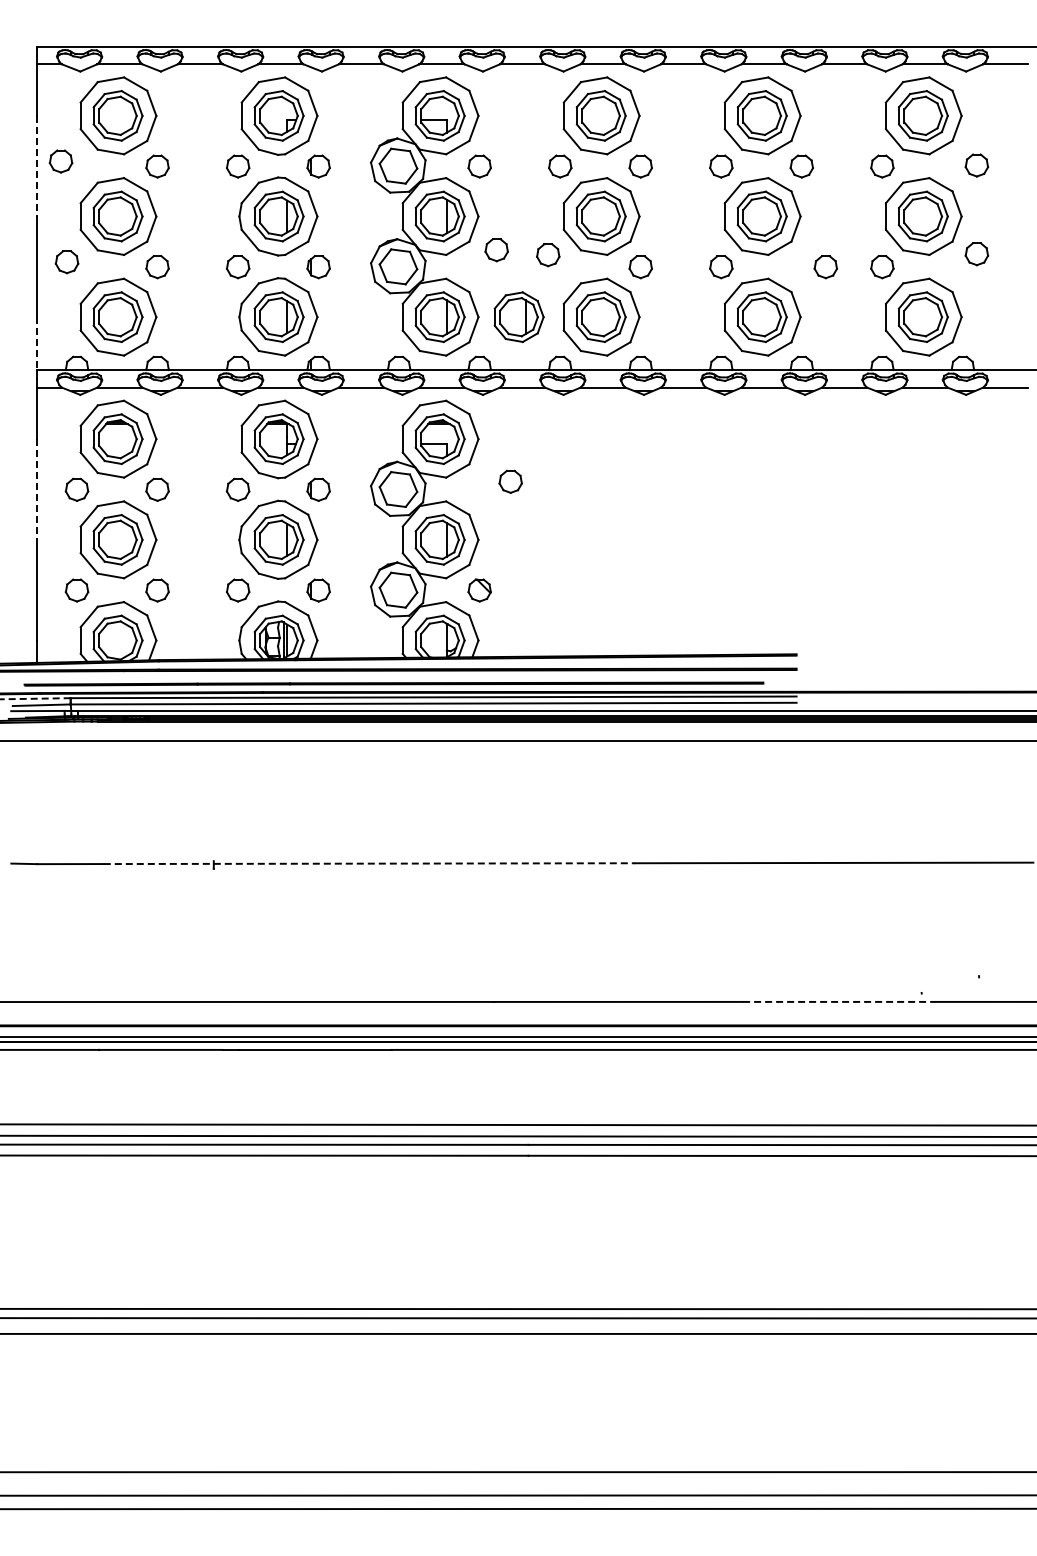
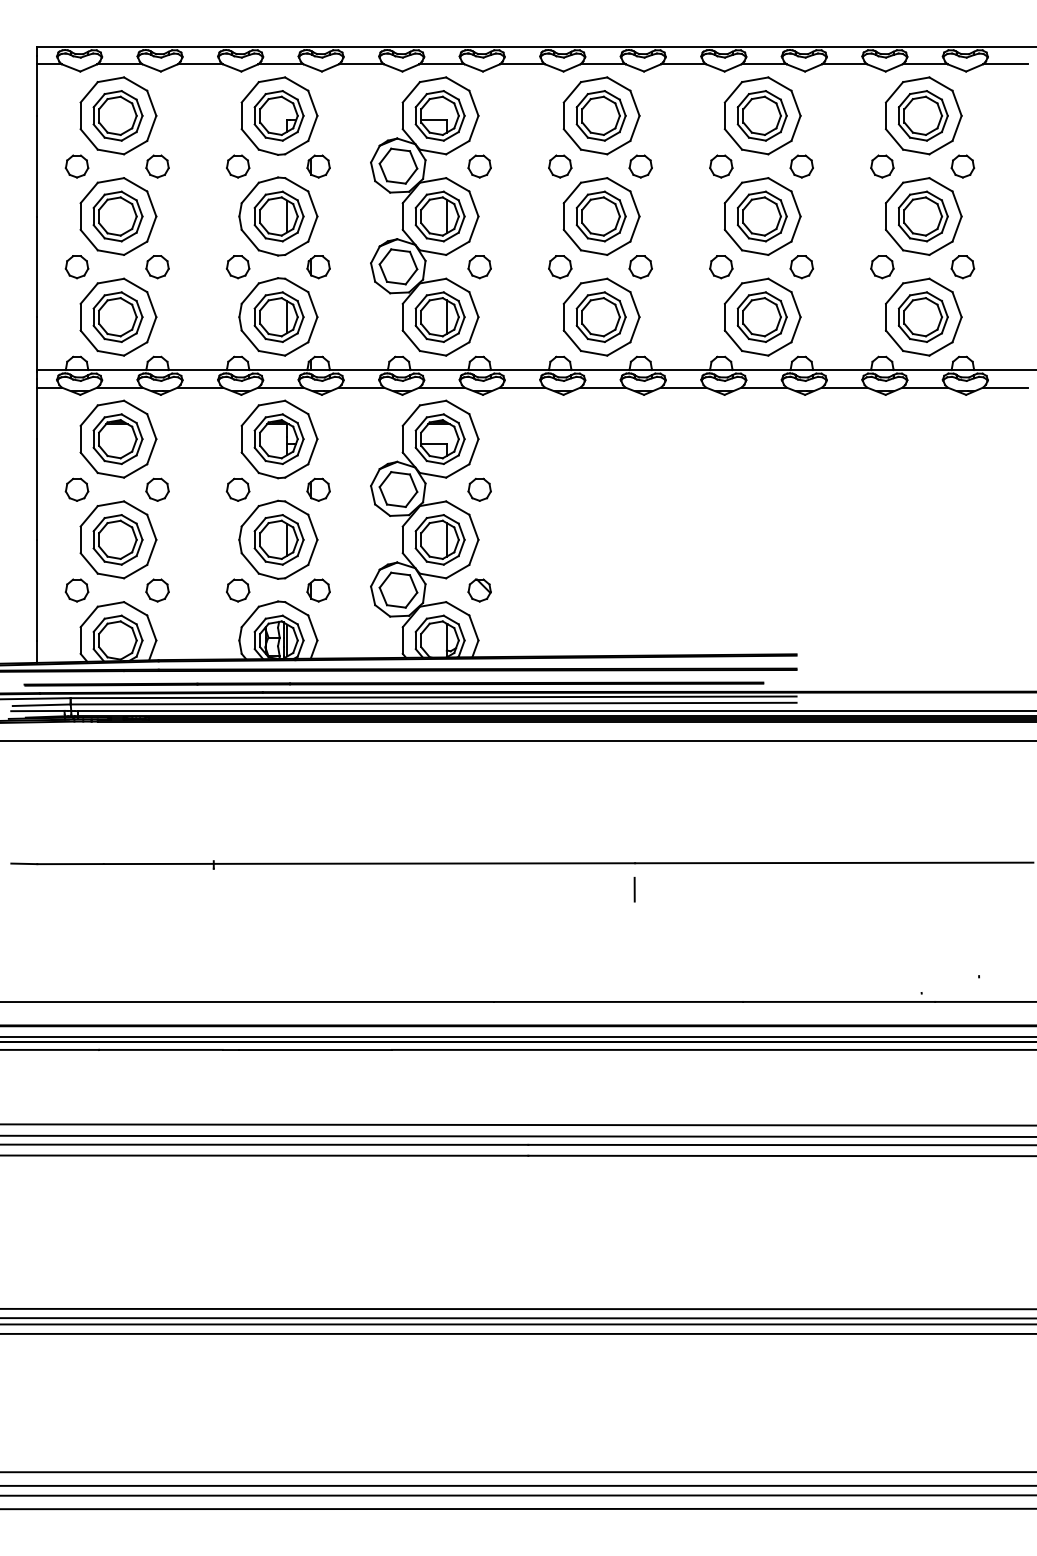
part at (60, 161) position: (60, 161) -> (76, 166)
part at (976, 165) position: (976, 165) -> (962, 166)
line at (36, 166): dashed -> solid
part at (496, 250) position: (496, 250) -> (479, 267)
part at (976, 254) position: (976, 254) -> (962, 267)
part at (548, 255) position: (548, 255) -> (560, 267)
part at (66, 262) position: (66, 262) -> (76, 267)
part at (825, 267) position: (825, 267) -> (801, 267)
part at (518, 316): present -> none
line at (36, 344): dashed -> solid
part at (510, 481) position: (510, 481) -> (479, 489)
line at (36, 490): dashed -> solid
line at (35, 698): dashed -> solid
line at (369, 863): dashed -> solid
line at (634, 889): none -> present
line at (839, 1001): dashed -> solid
line at (517, 1324): none -> present
line at (517, 1485): none -> present
